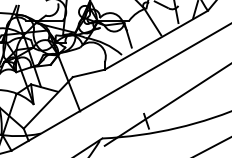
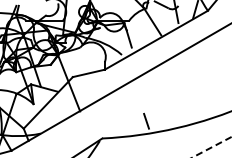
line at (166, 105): present -> none
line at (211, 147): solid -> dashed
